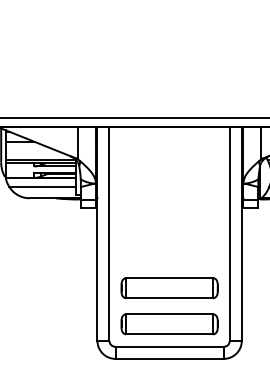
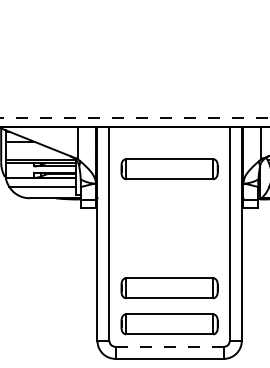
line at (135, 118): solid -> dashed
part at (169, 169): none -> present
line at (170, 346): solid -> dashed
